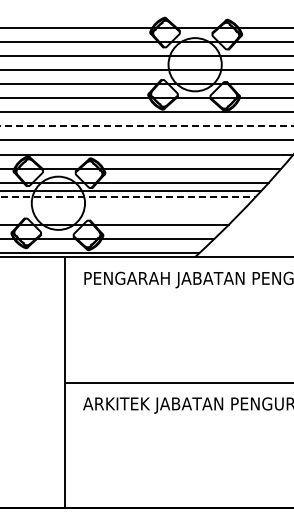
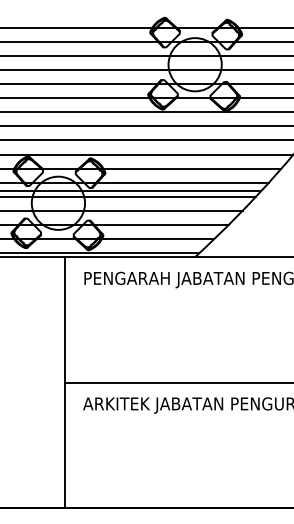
line at (146, 126): dashed -> solid
line at (128, 196): dashed -> solid
line at (122, 210): none -> present
